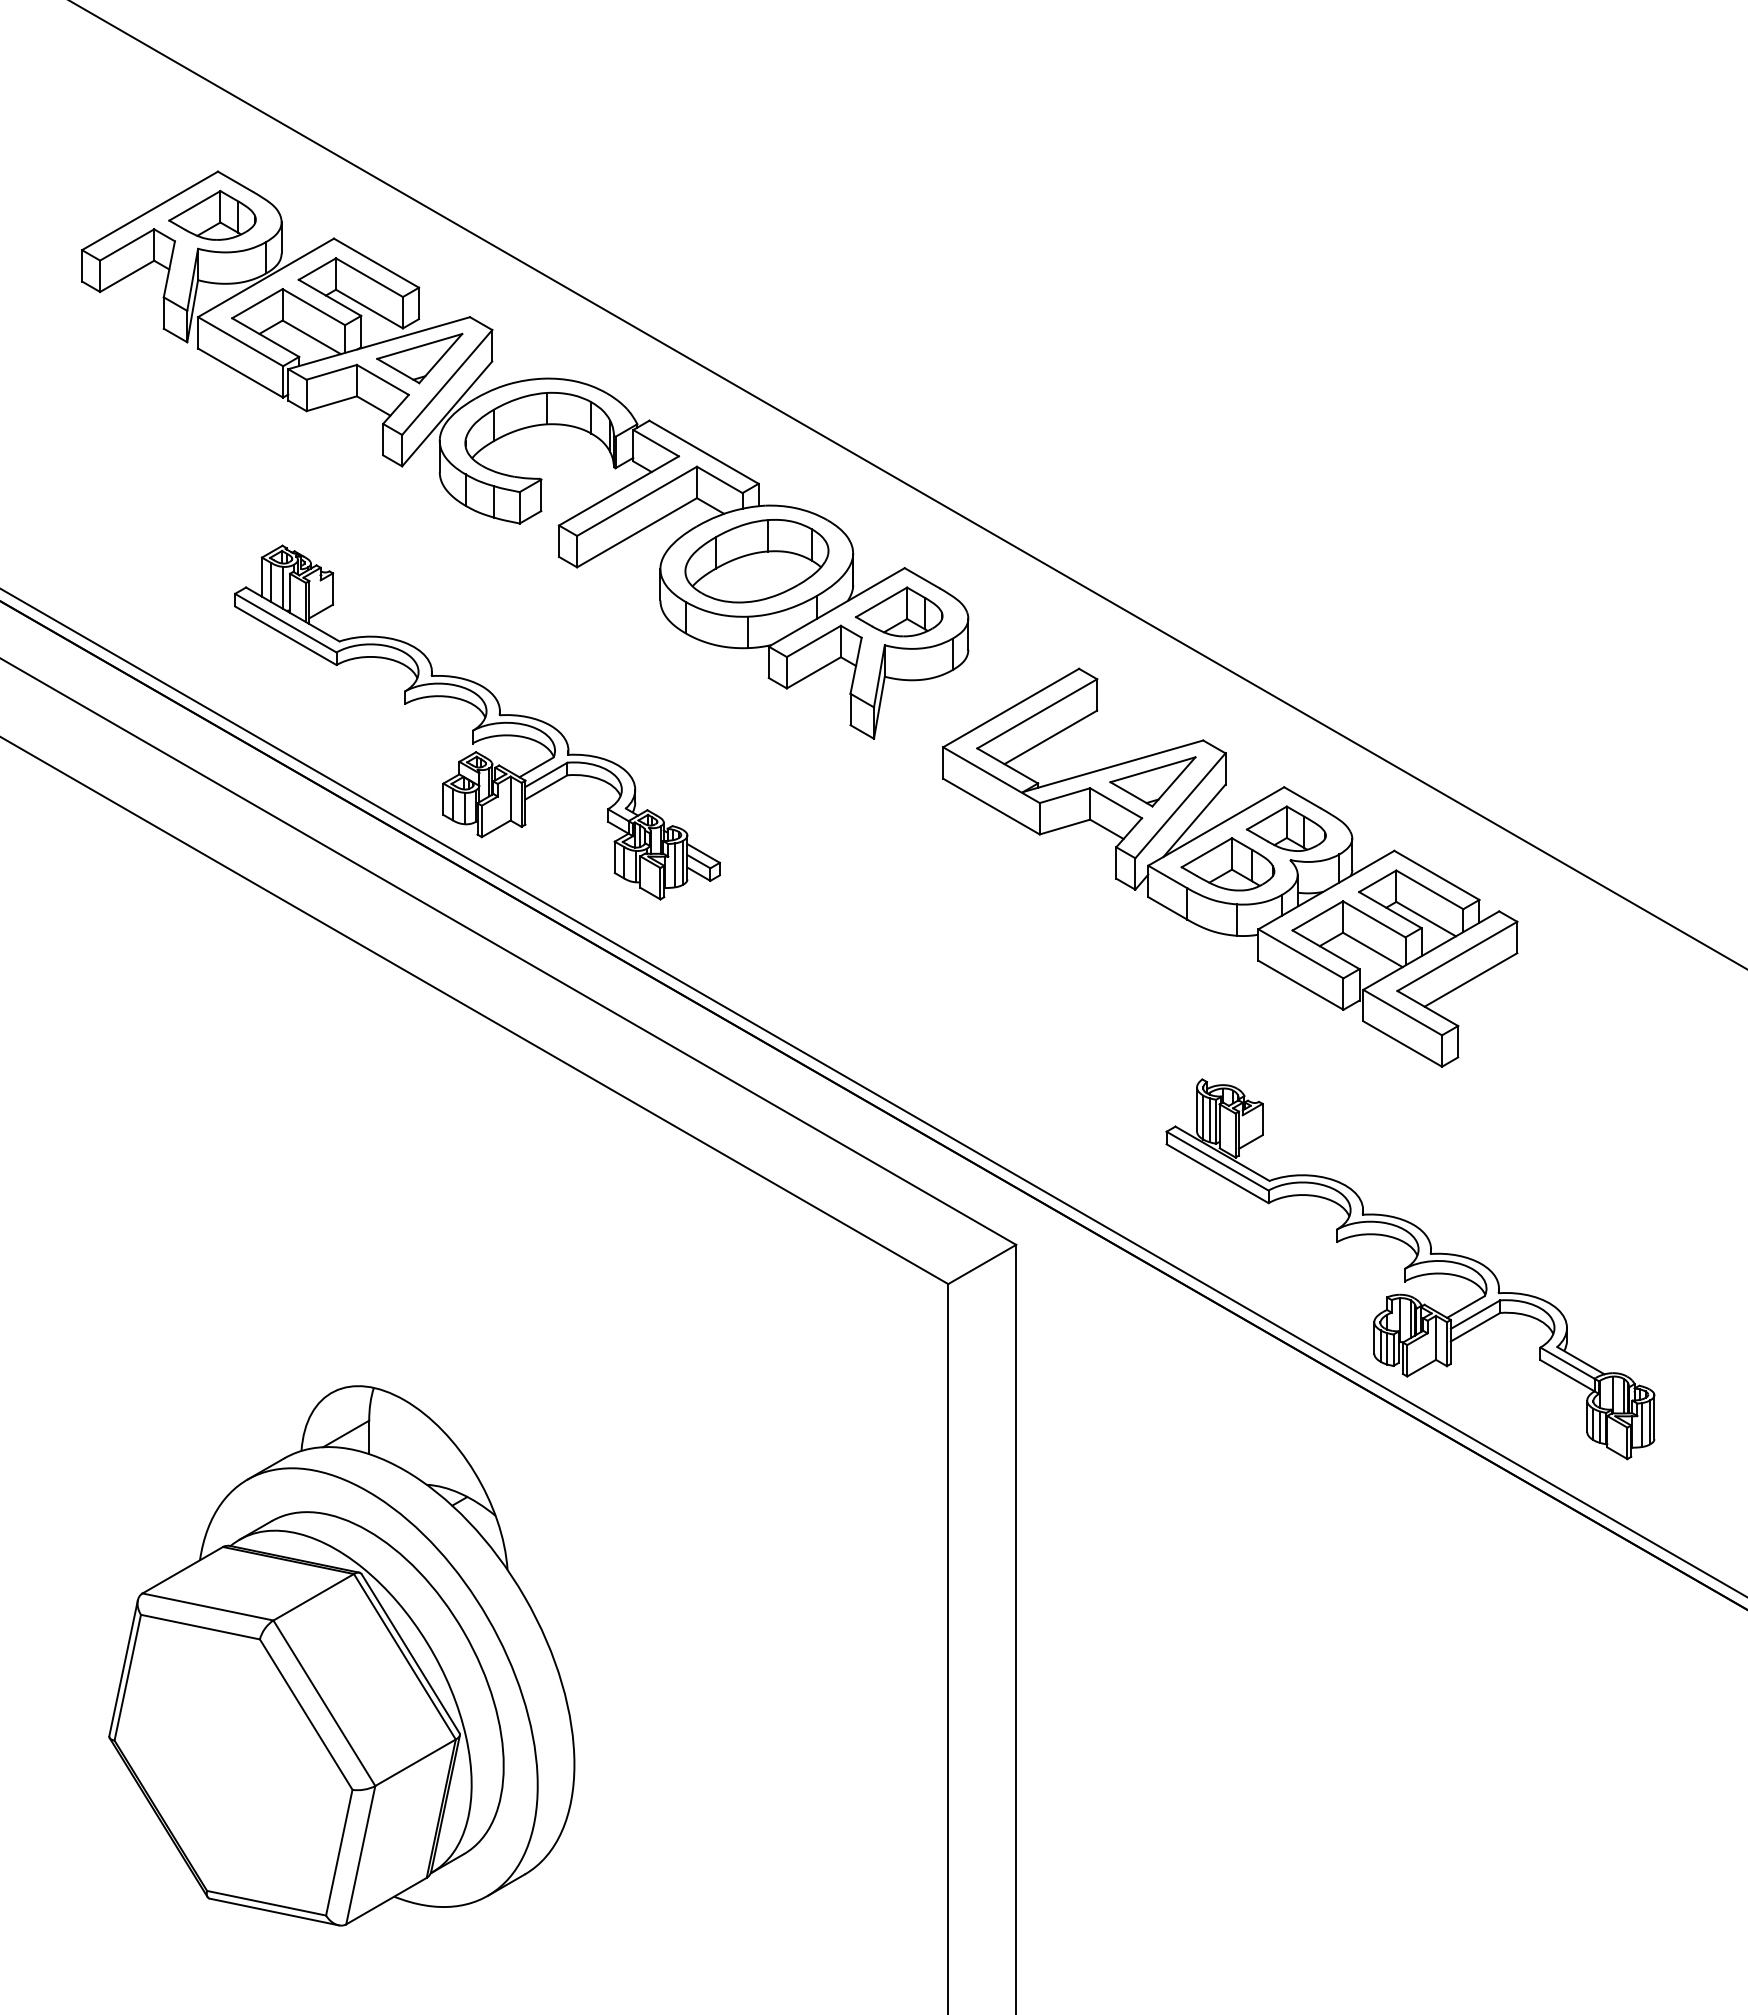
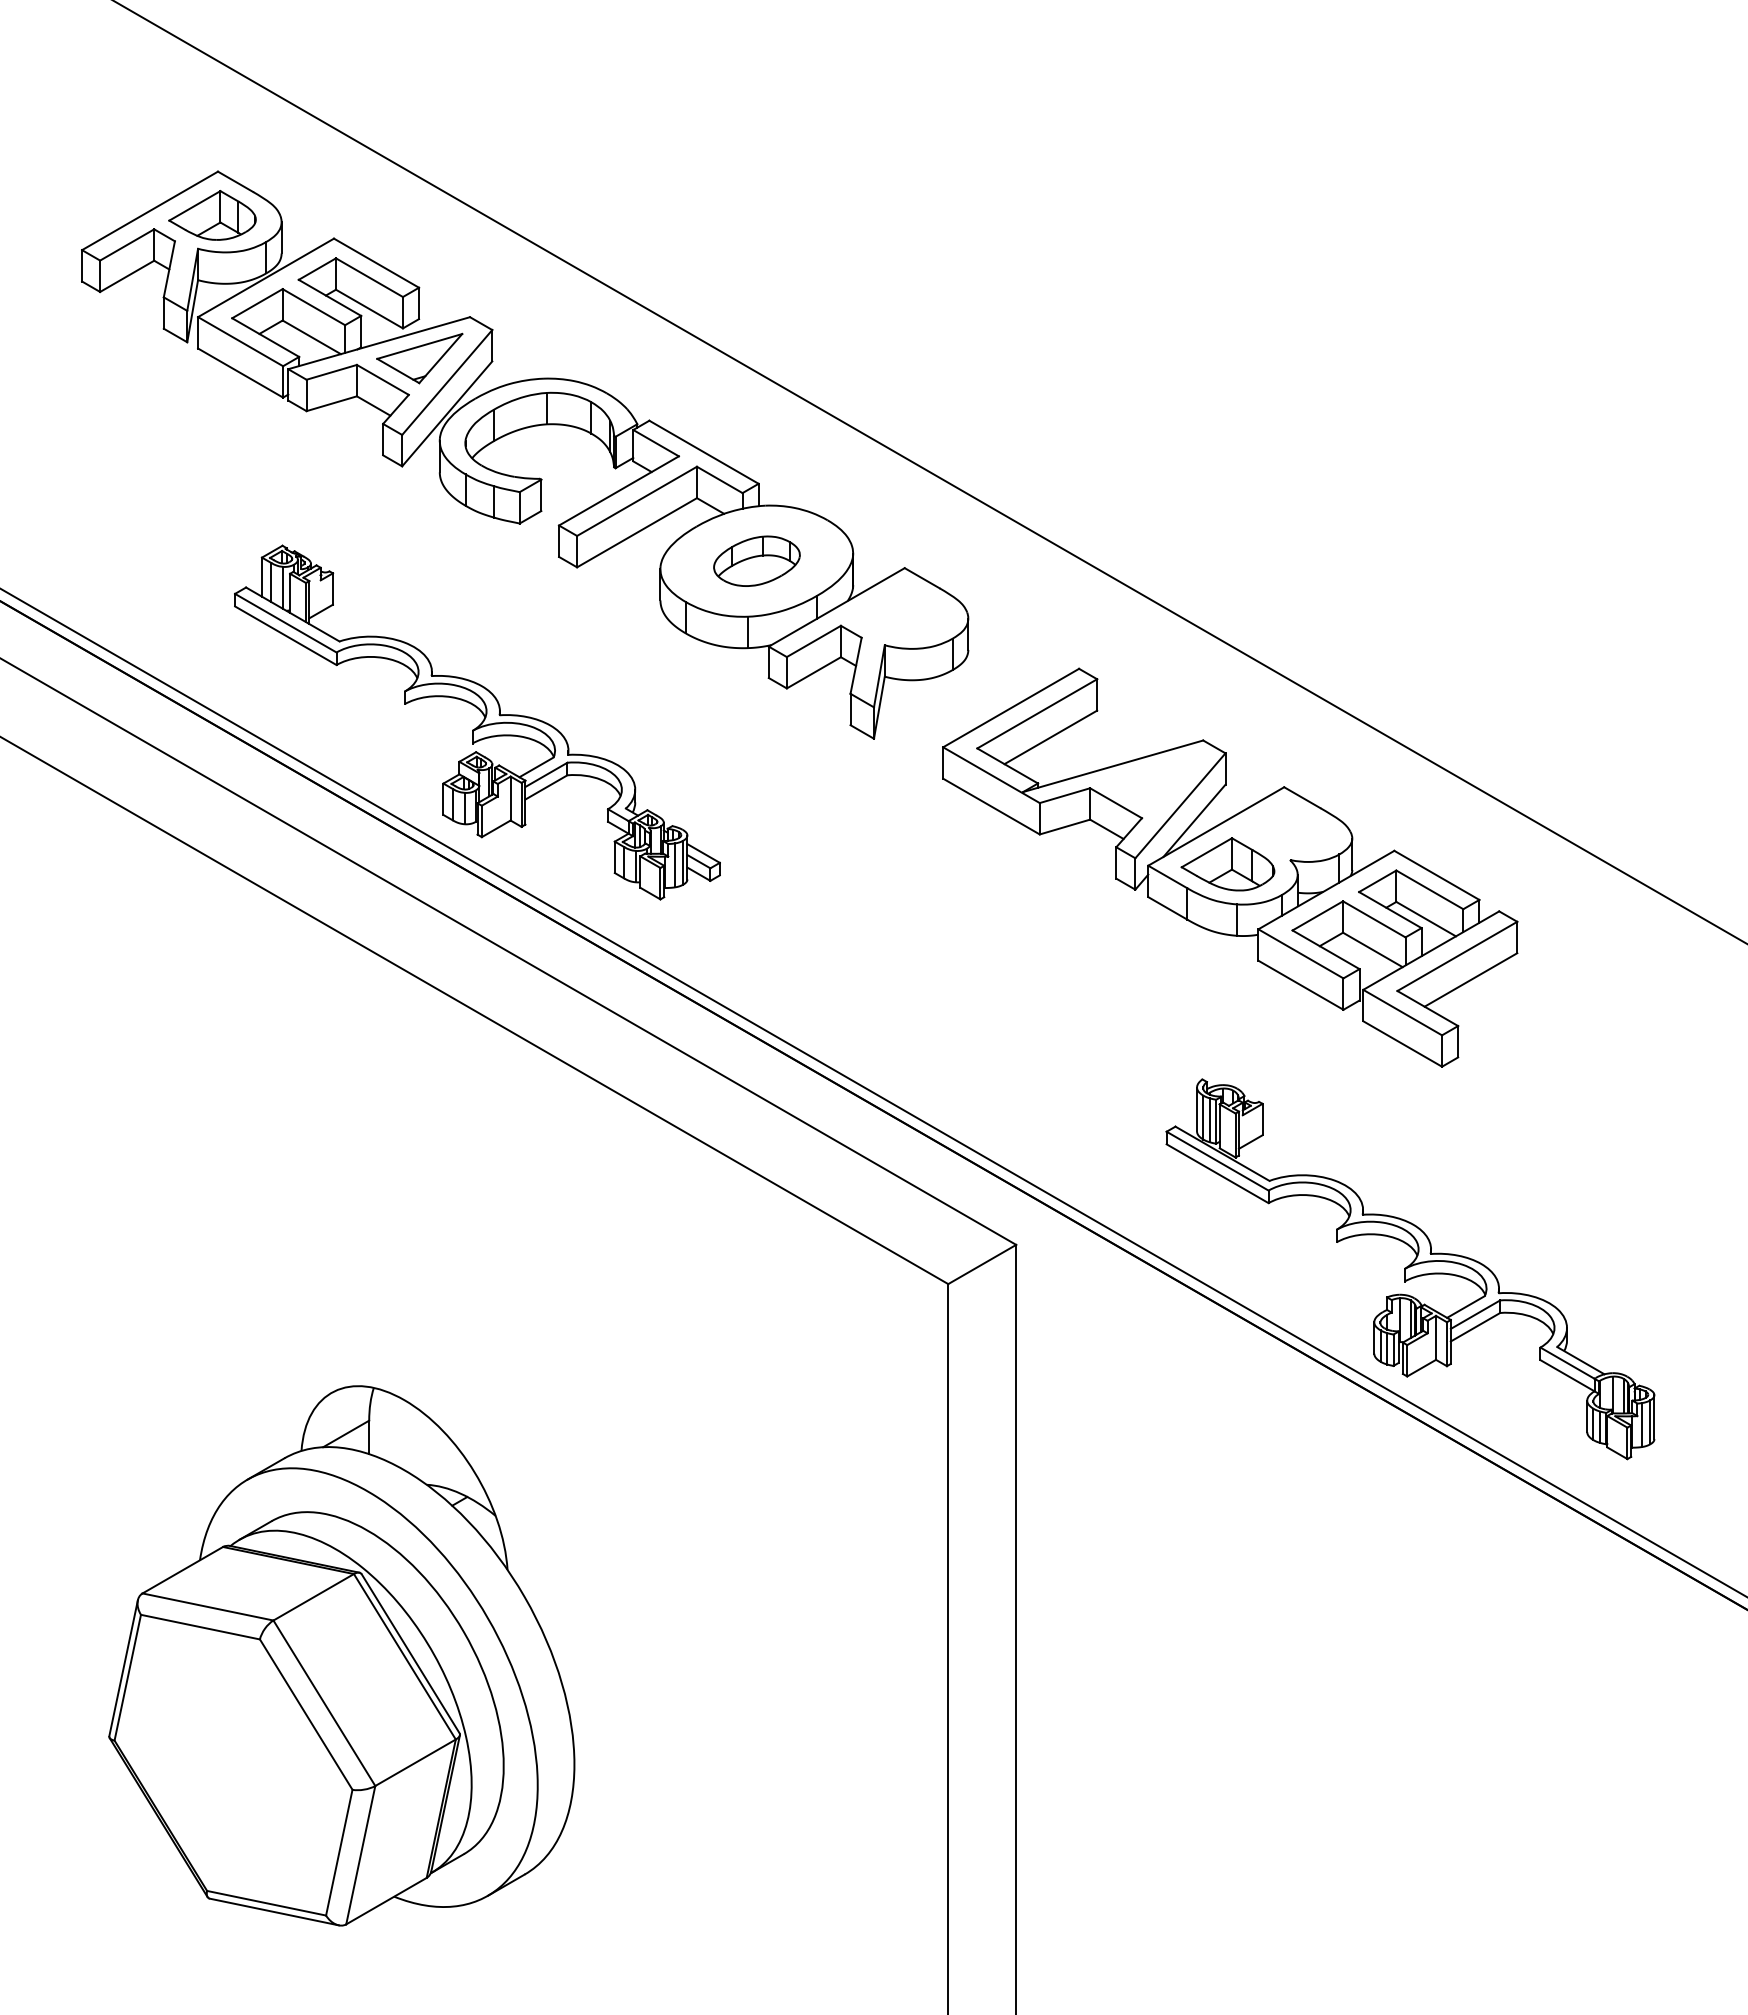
line at (908, 484) position: (908, 484) -> (930, 472)
part at (756, 561) size: 146x85 px -> 88x52 px
part at (899, 611): present -> none
part at (1152, 781): present -> none
part at (1286, 828): present -> none
